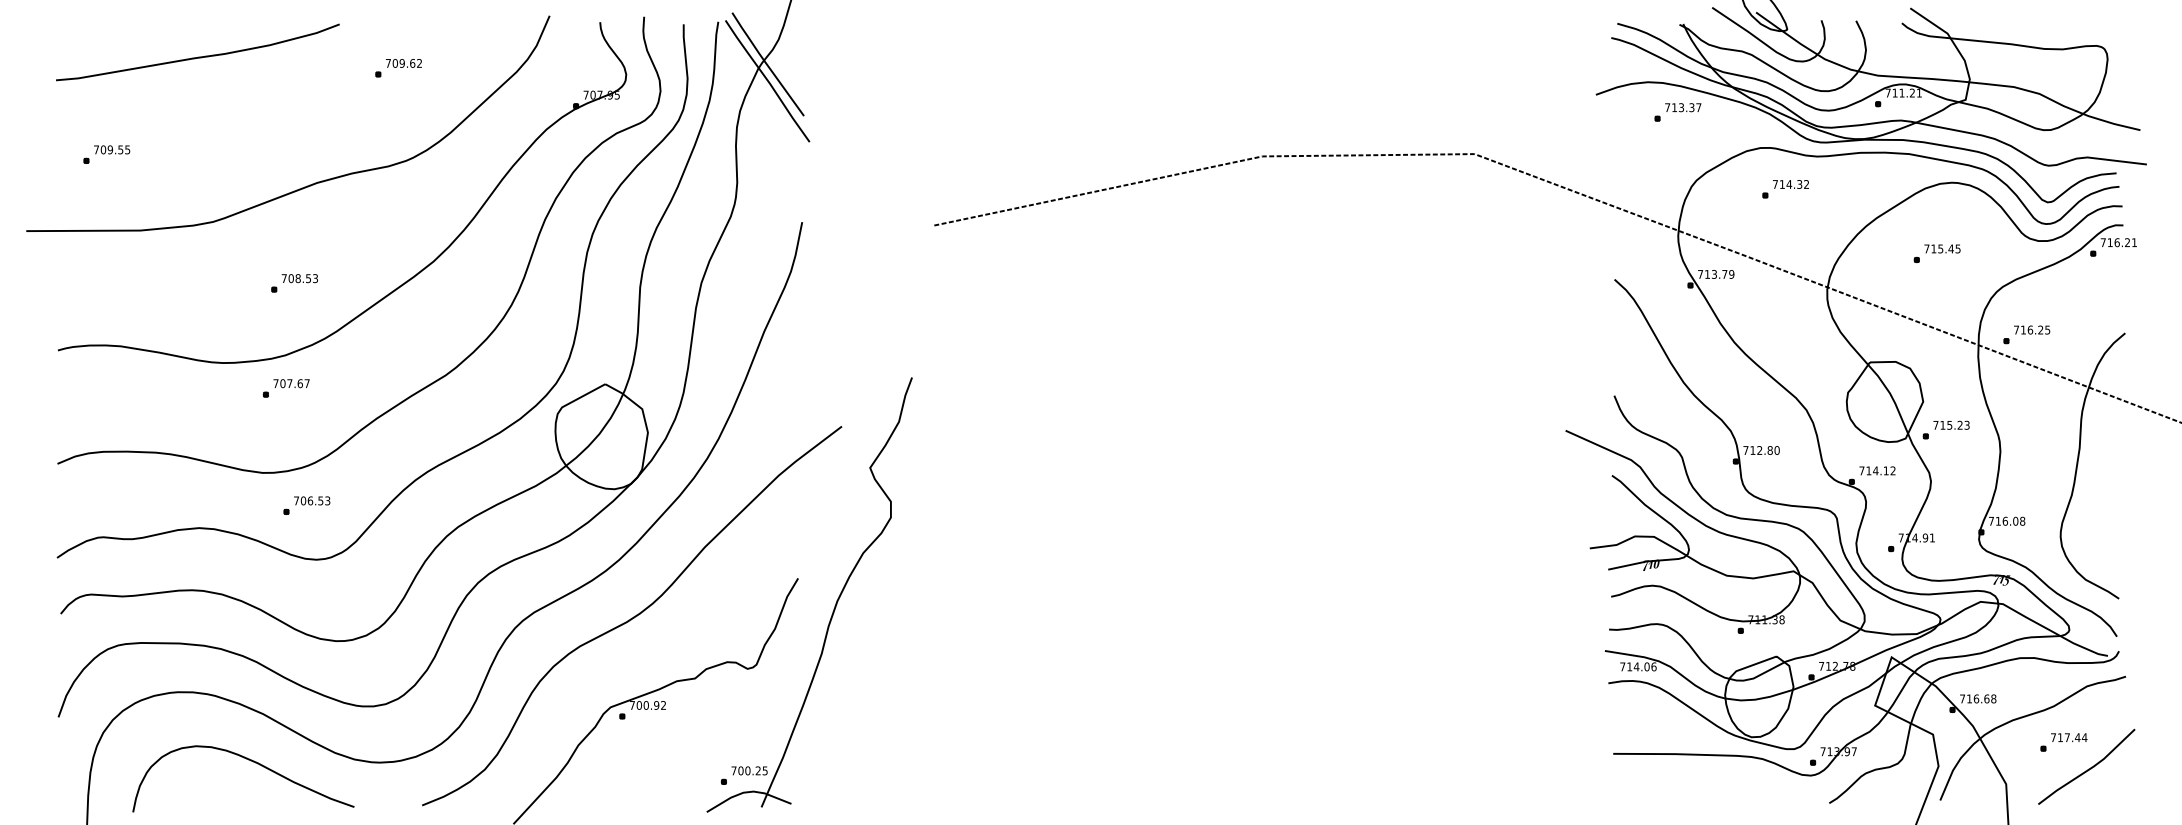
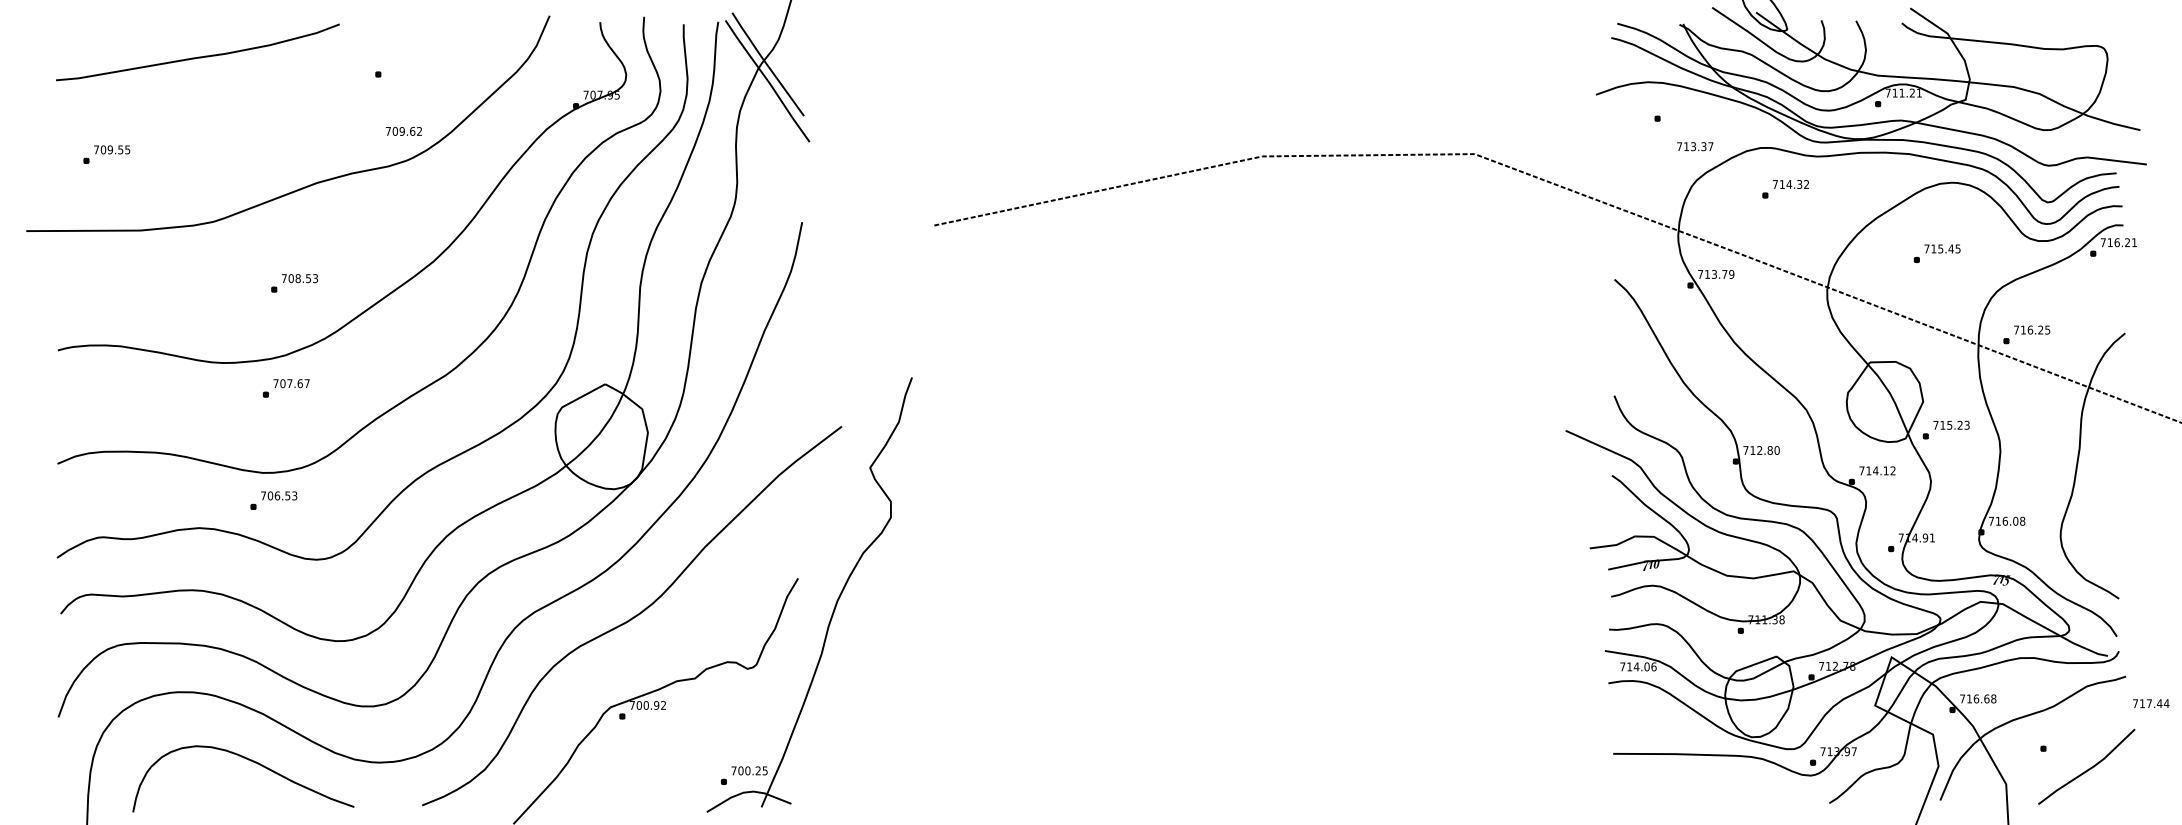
text at (403, 63) position: (403, 63) -> (403, 131)
text at (1683, 107) position: (1683, 107) -> (1695, 146)
part at (306, 505) position: (306, 505) -> (273, 500)
text at (2069, 737) position: (2069, 737) -> (2151, 703)
